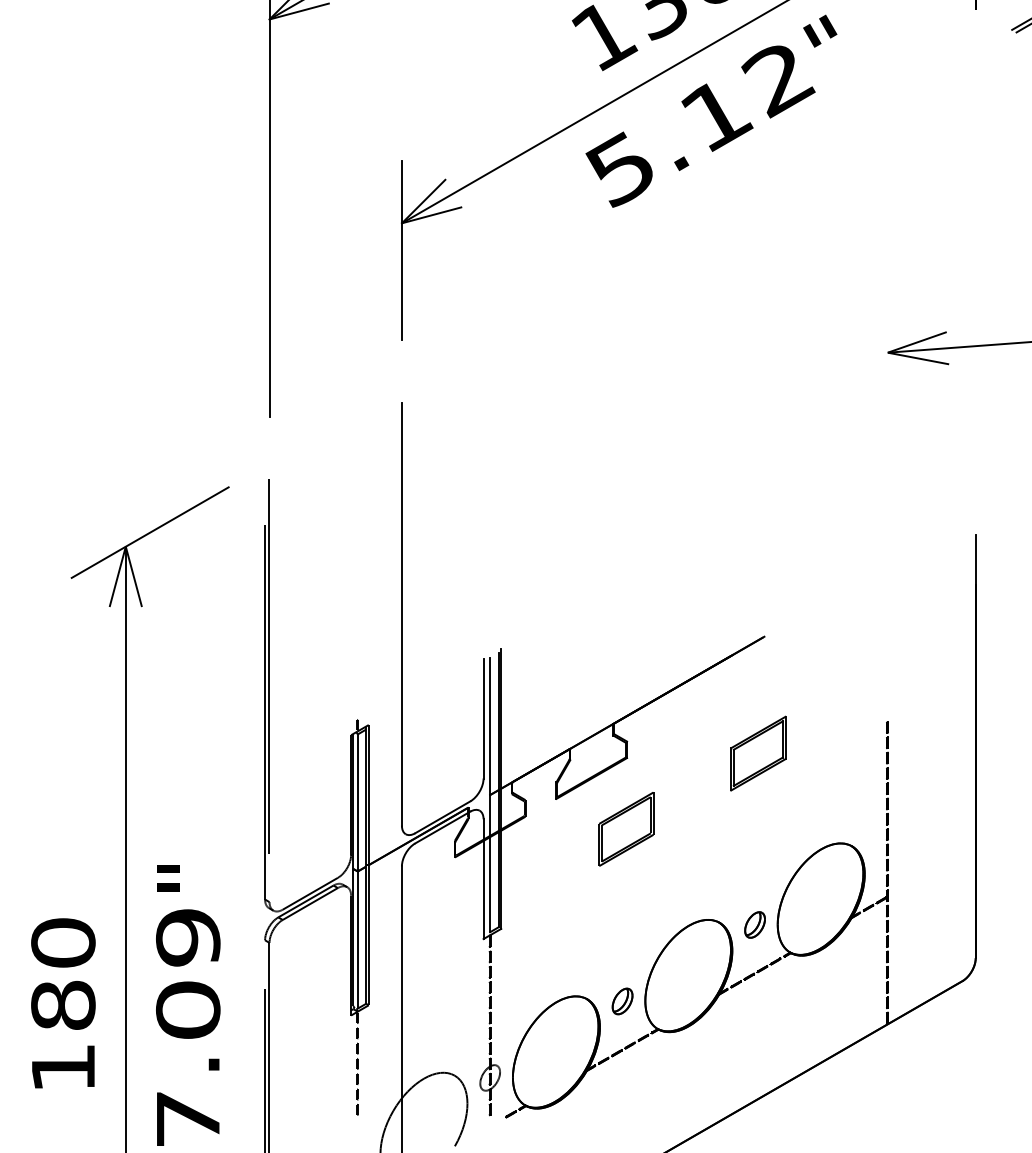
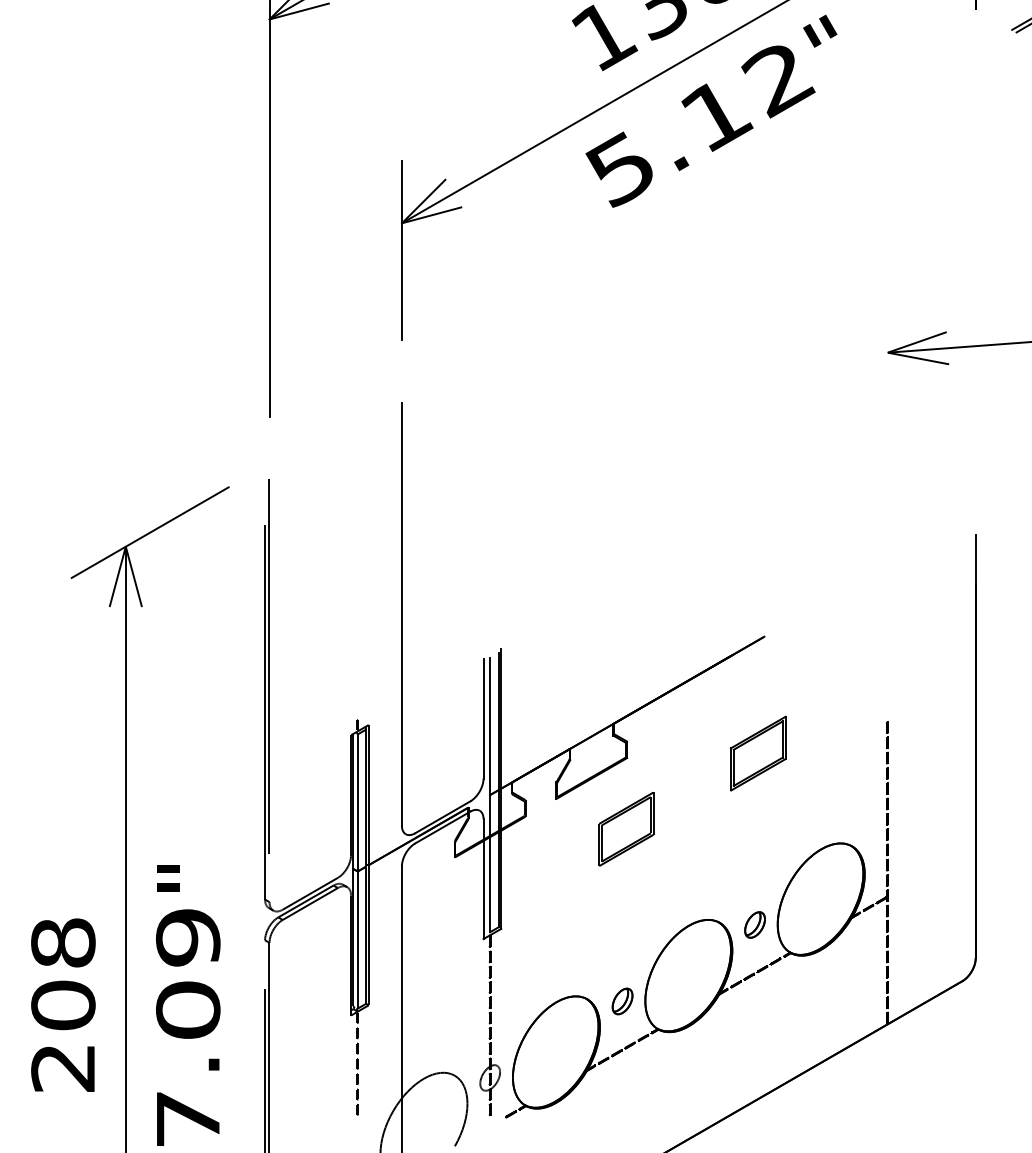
text at (63, 1004): 180 -> 208
